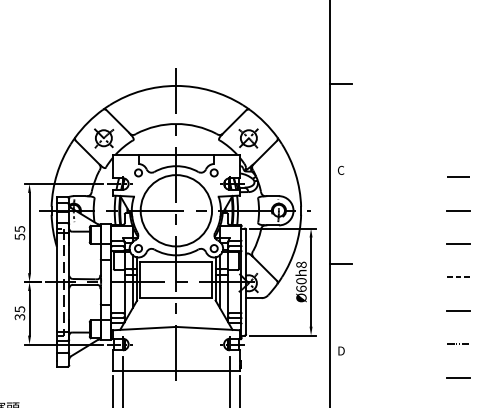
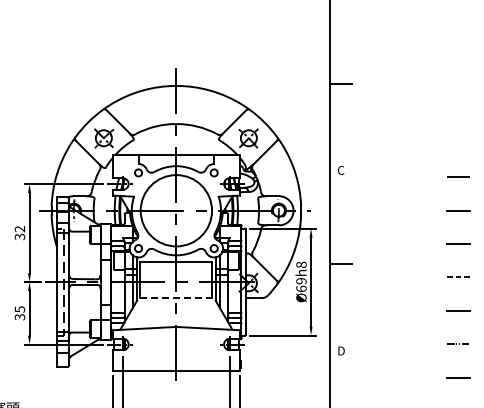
text at (19, 232): 55 -> 32
text at (301, 281): Ø60h8 -> Ø69h8
line at (176, 298): solid -> dashed
